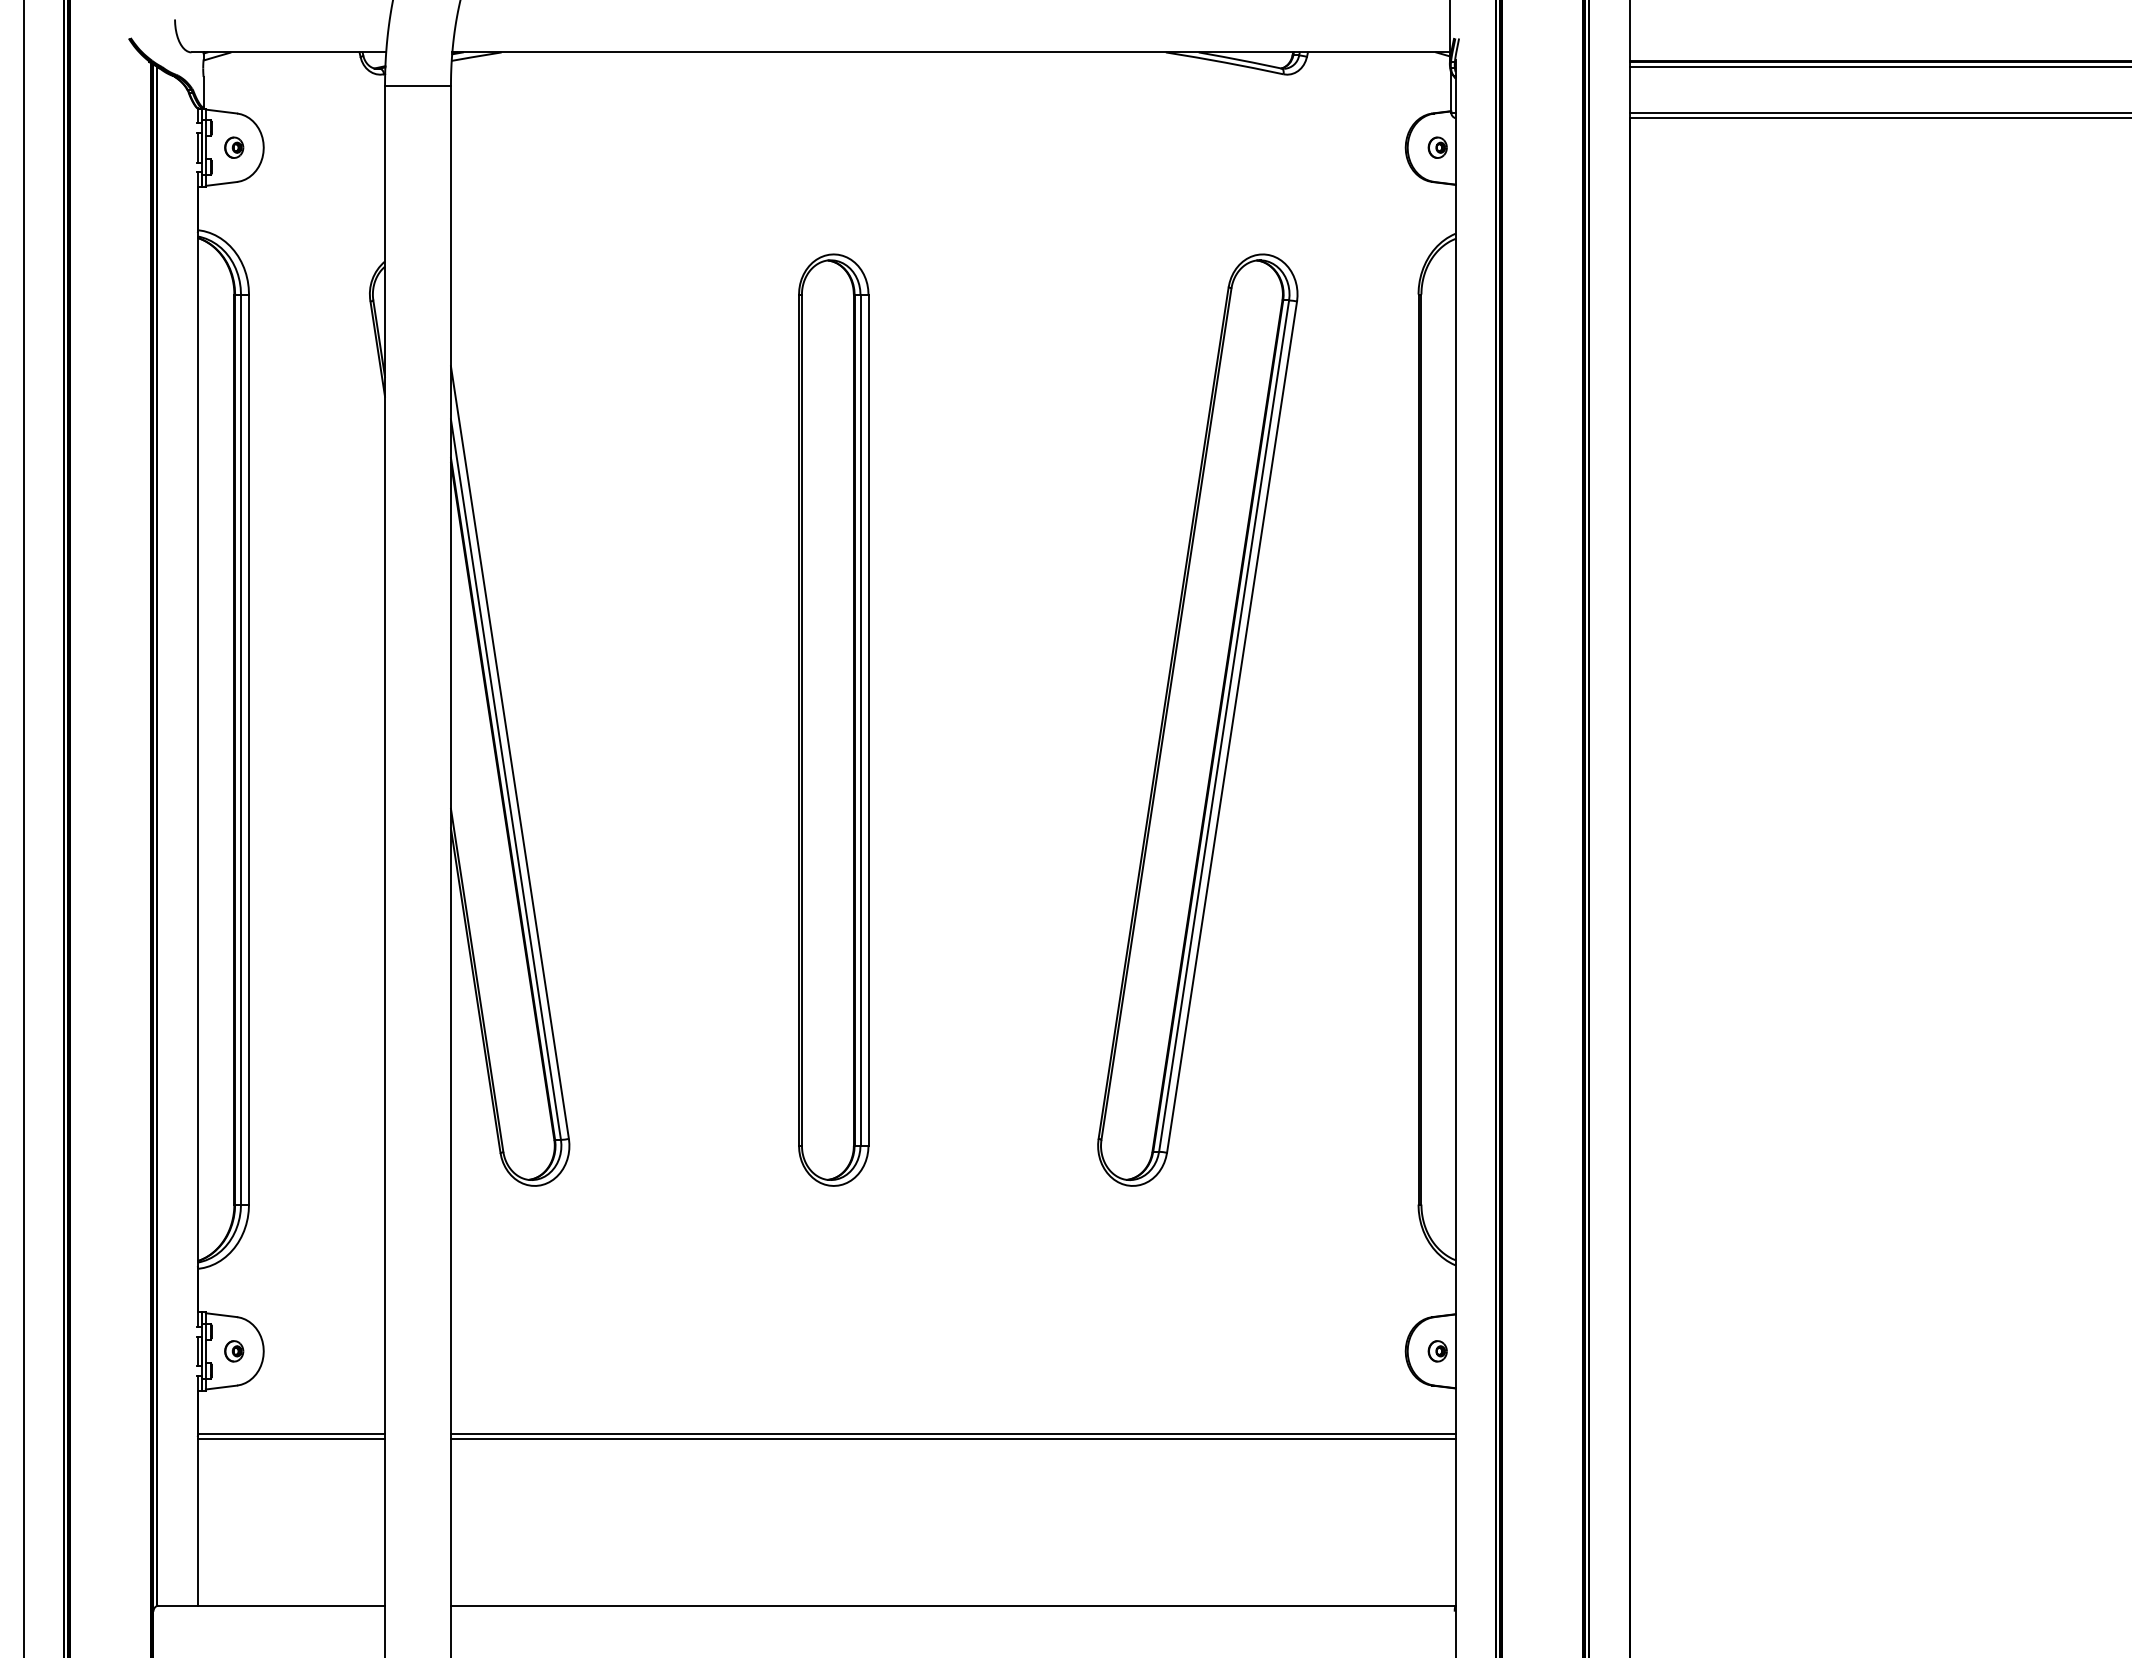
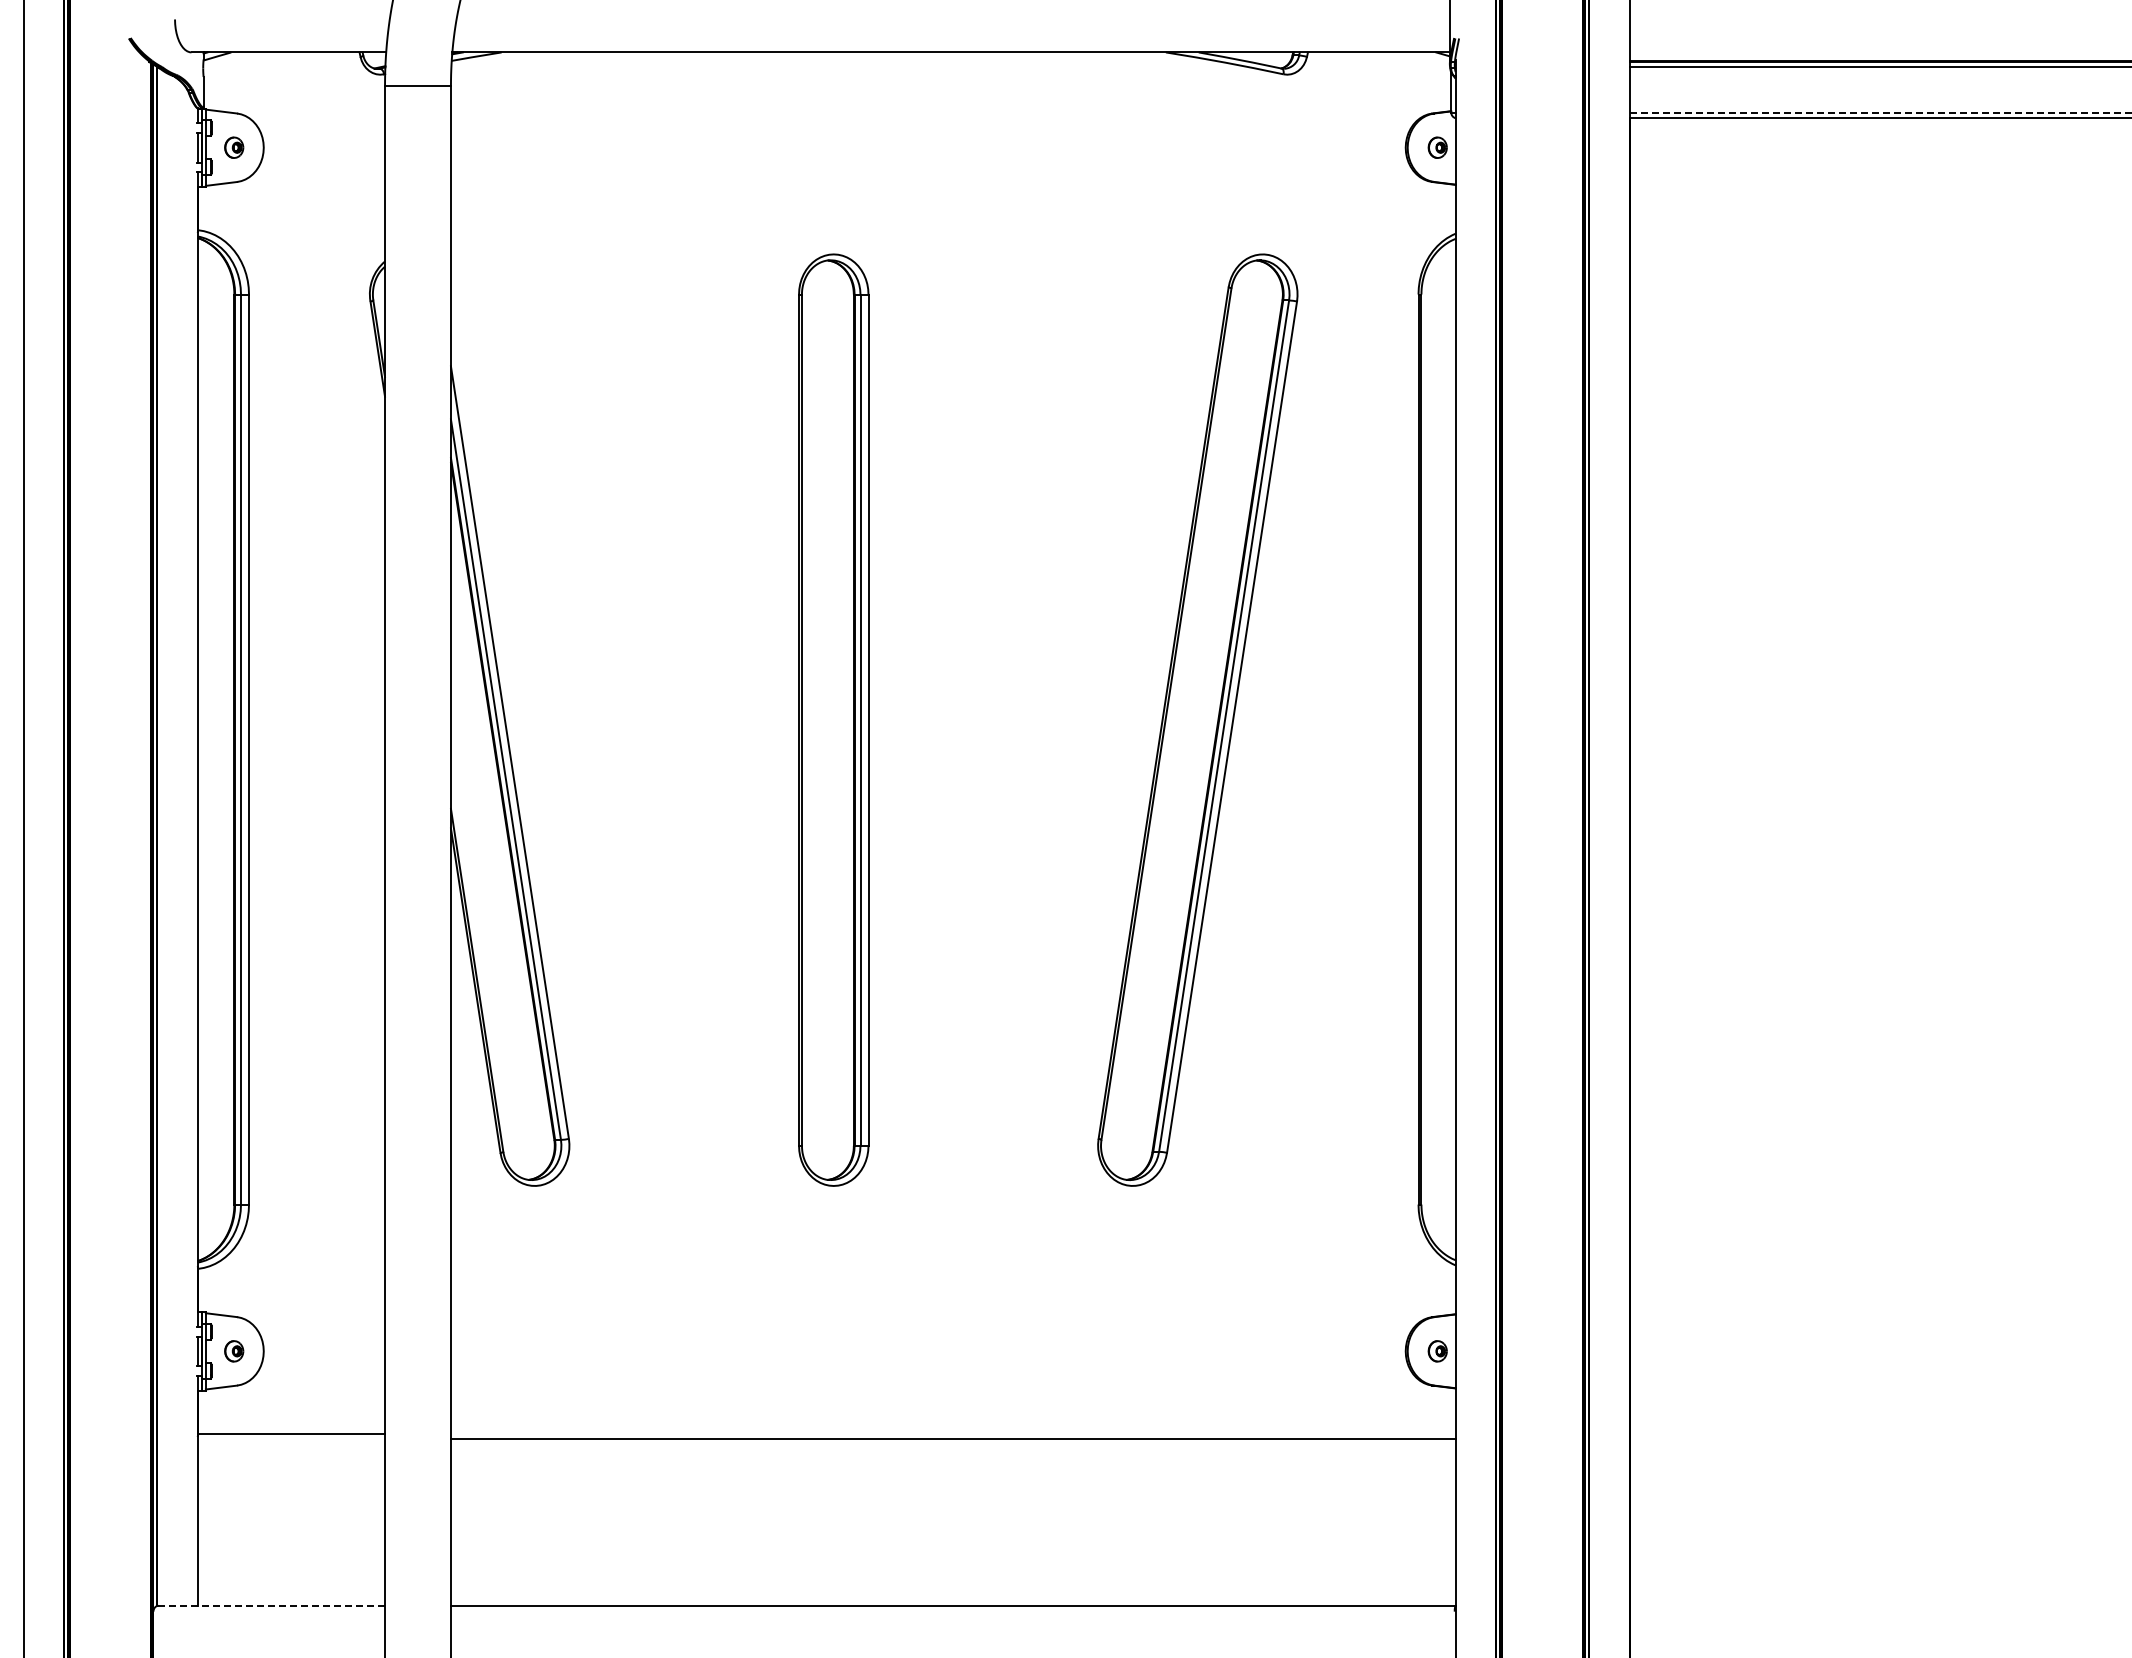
line at (1880, 112): solid -> dashed
line at (952, 1433): present -> none
line at (291, 1439): present -> none
line at (272, 1605): solid -> dashed
